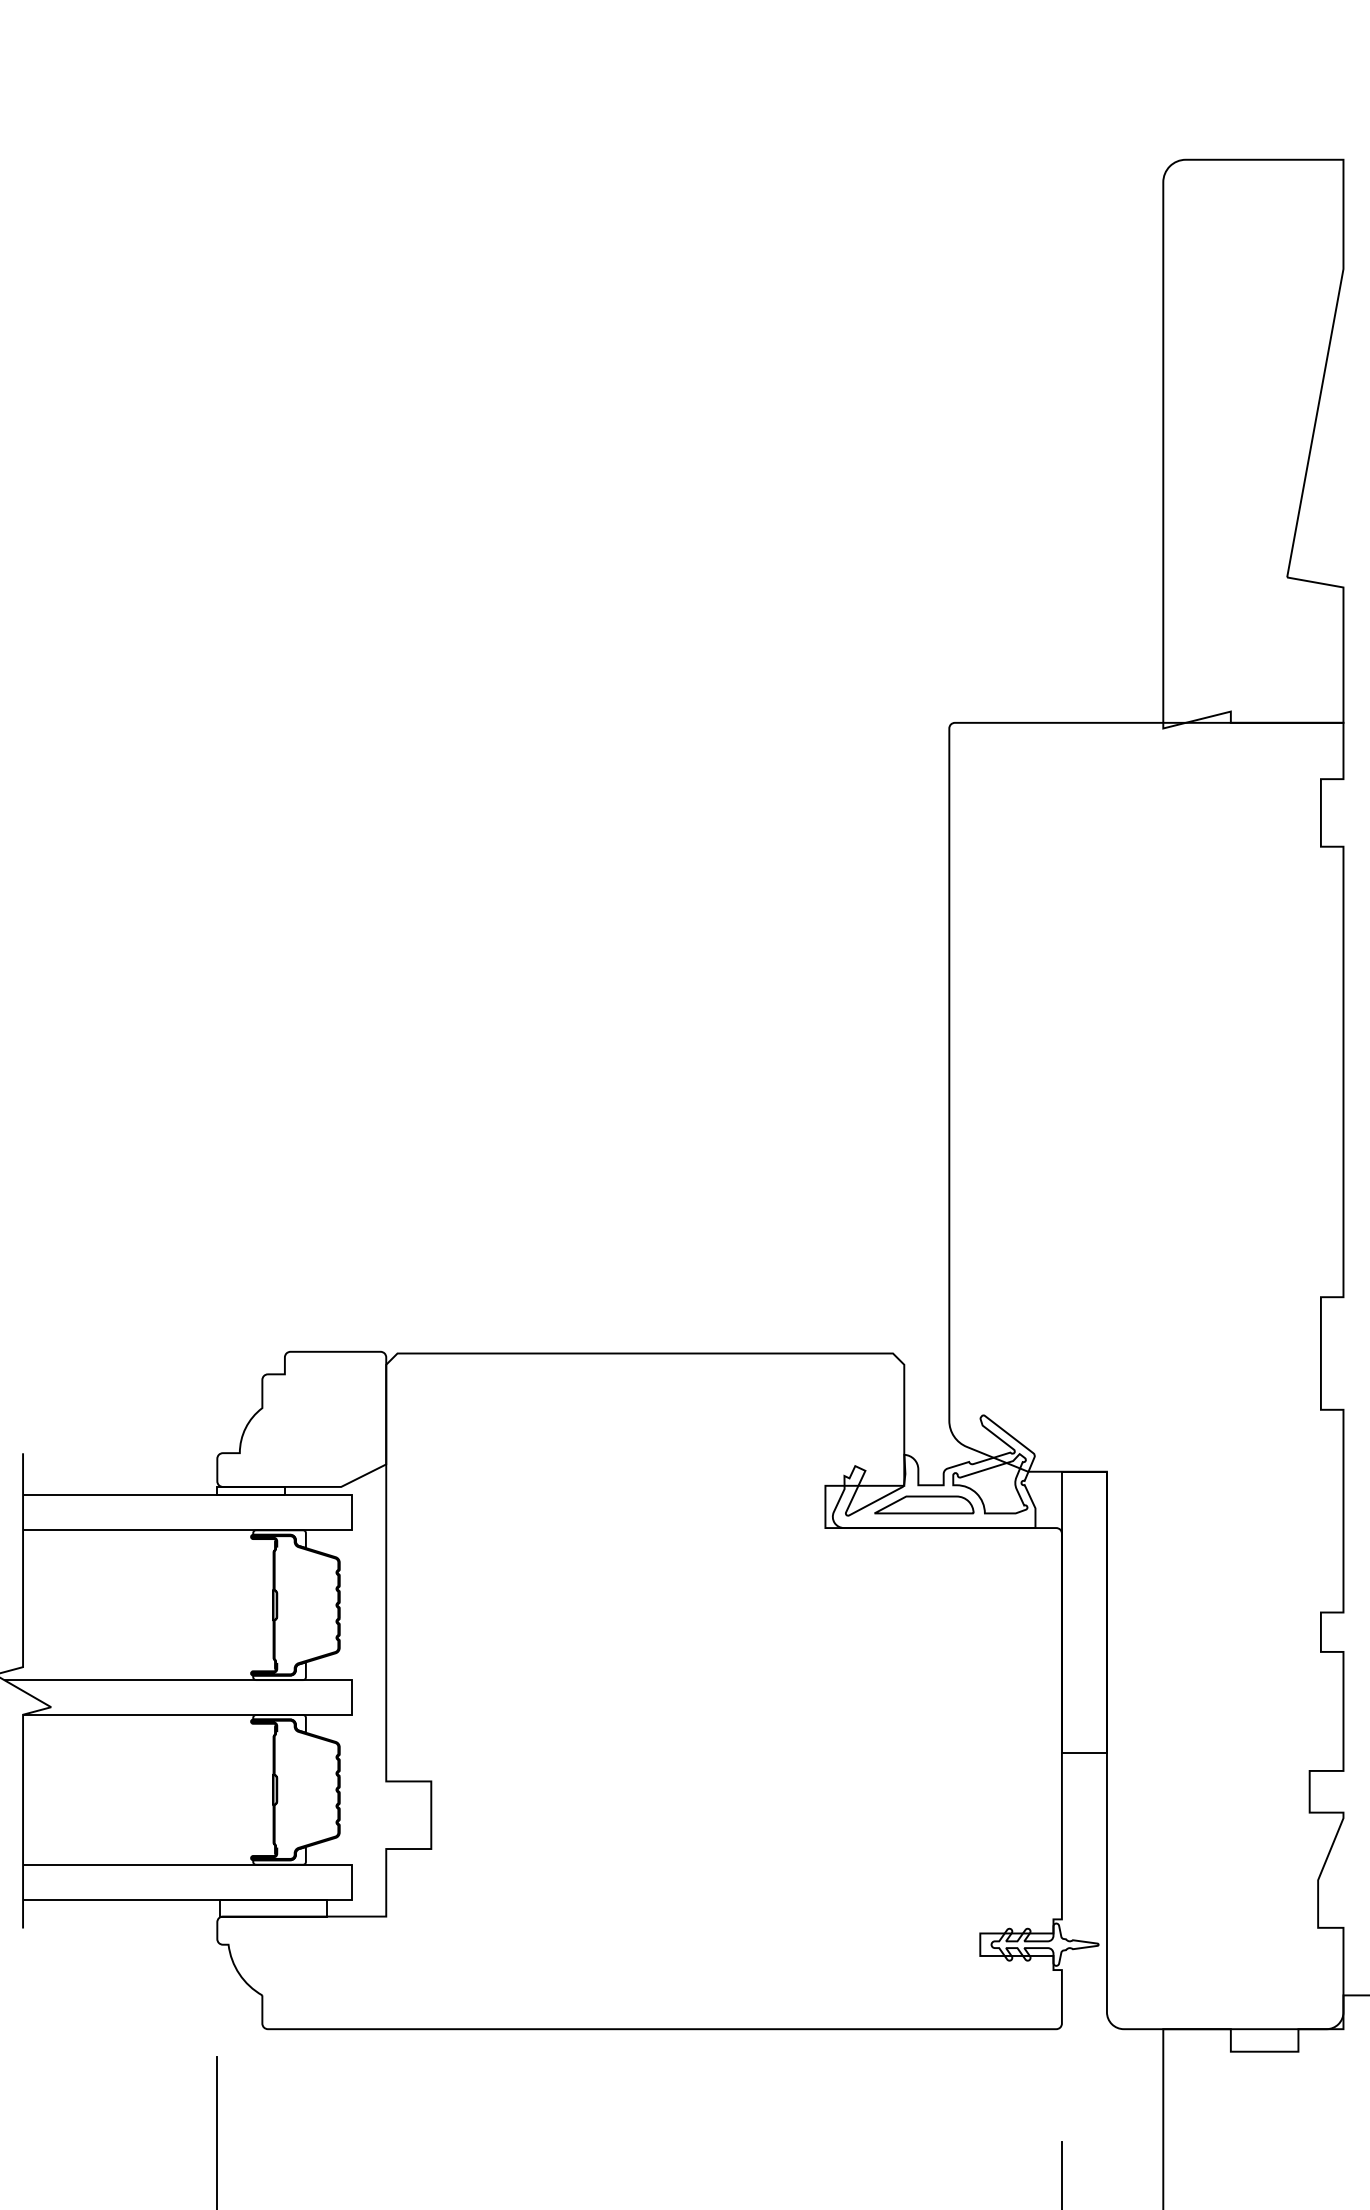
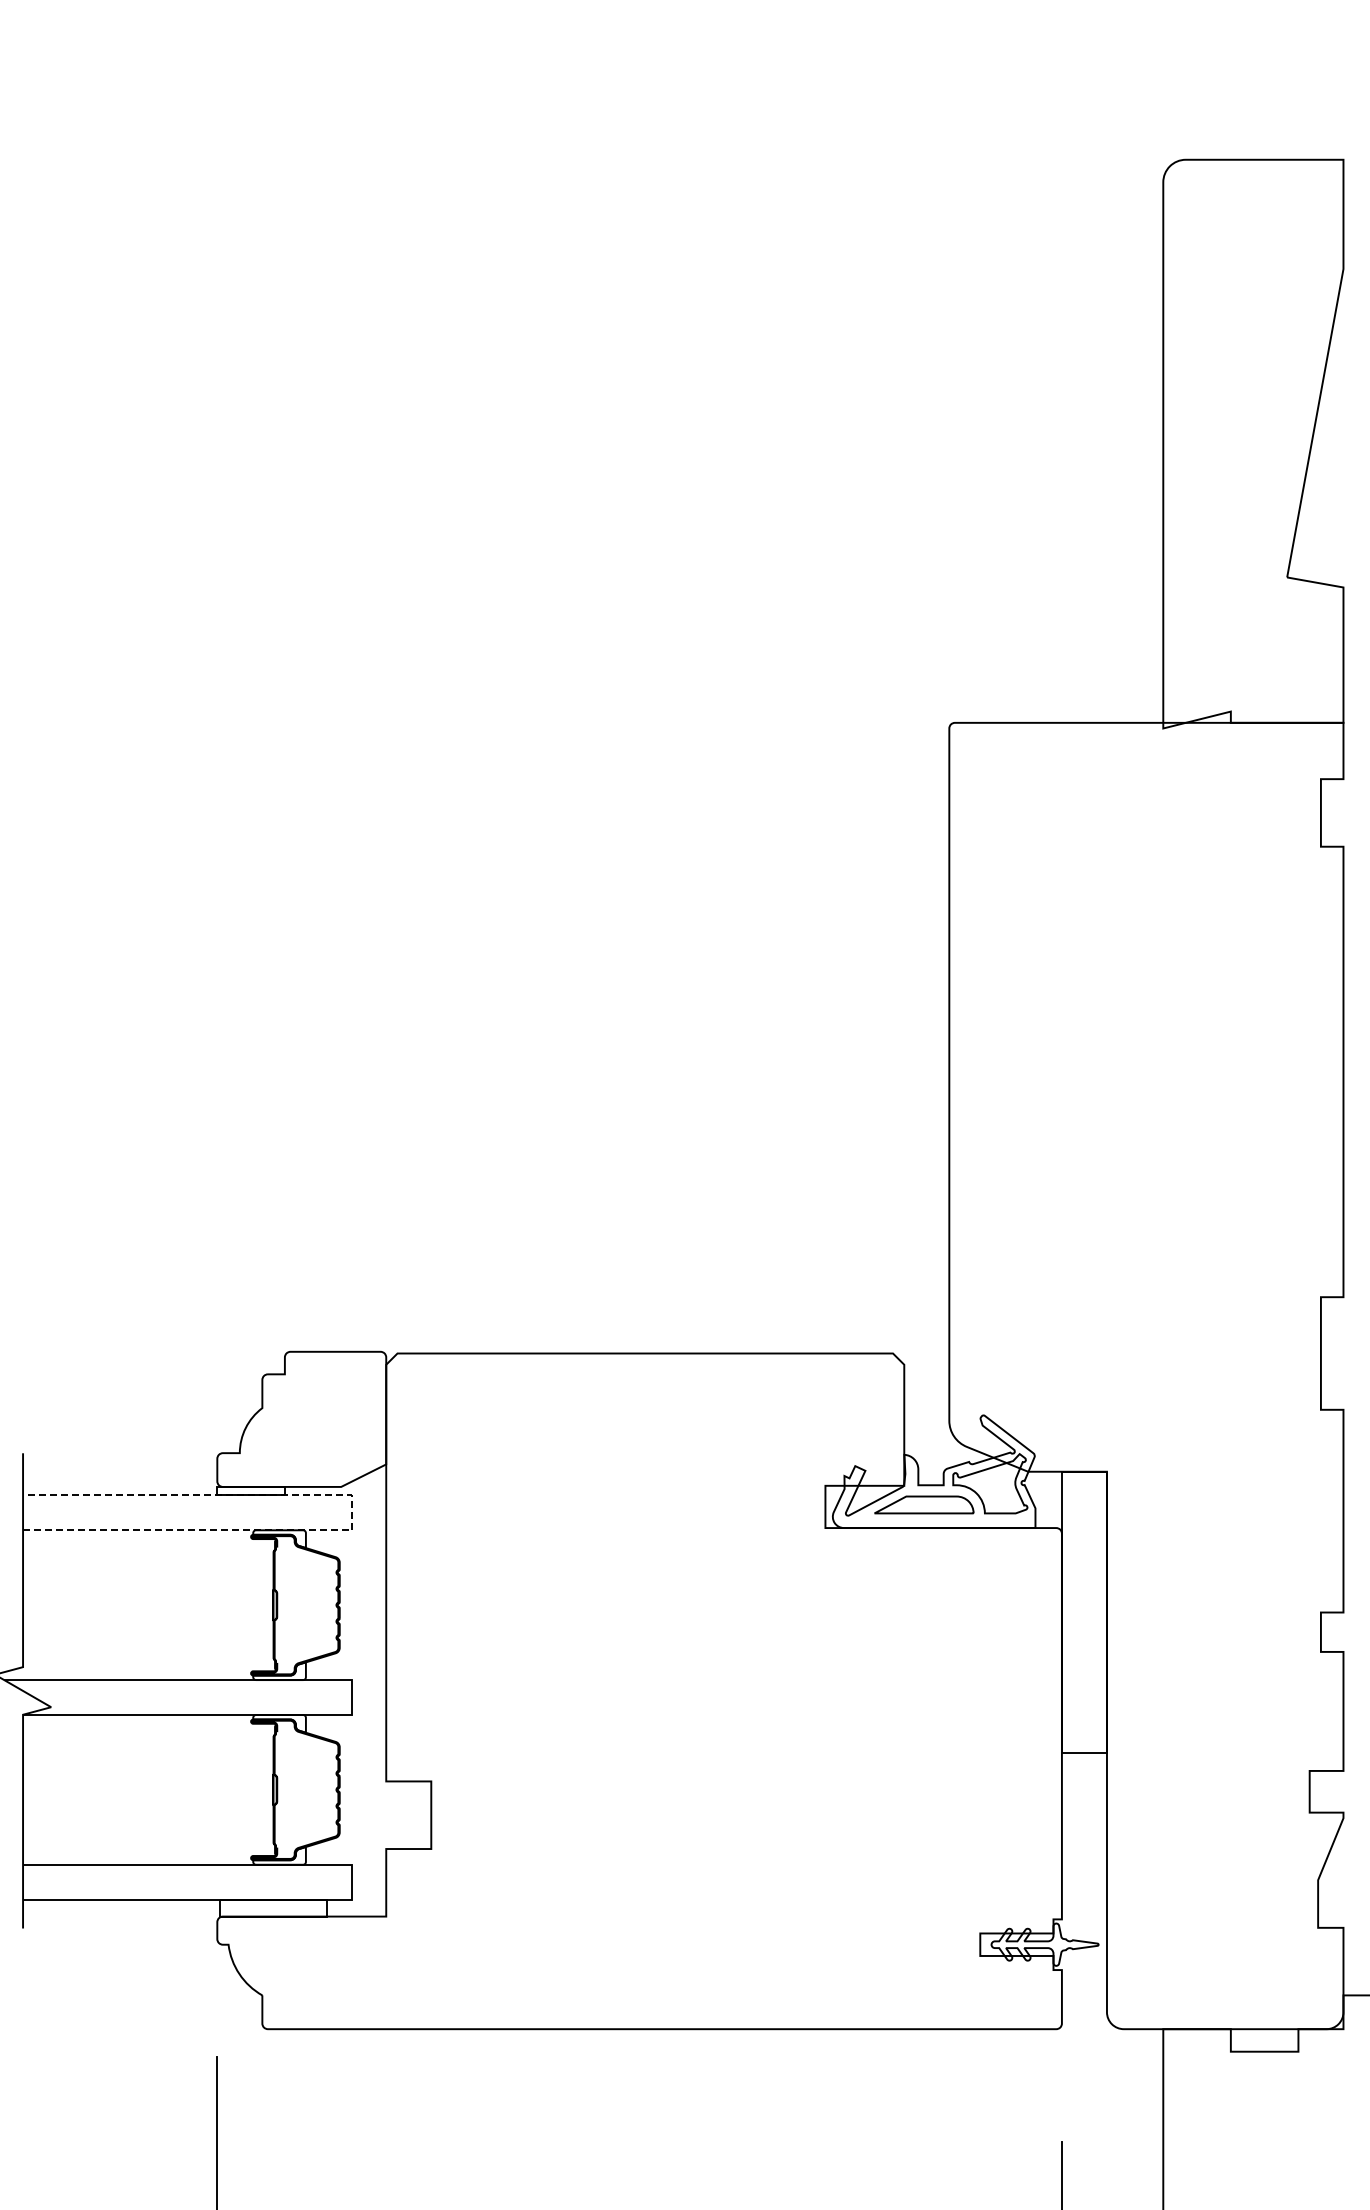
line at (352, 1512): solid -> dashed
